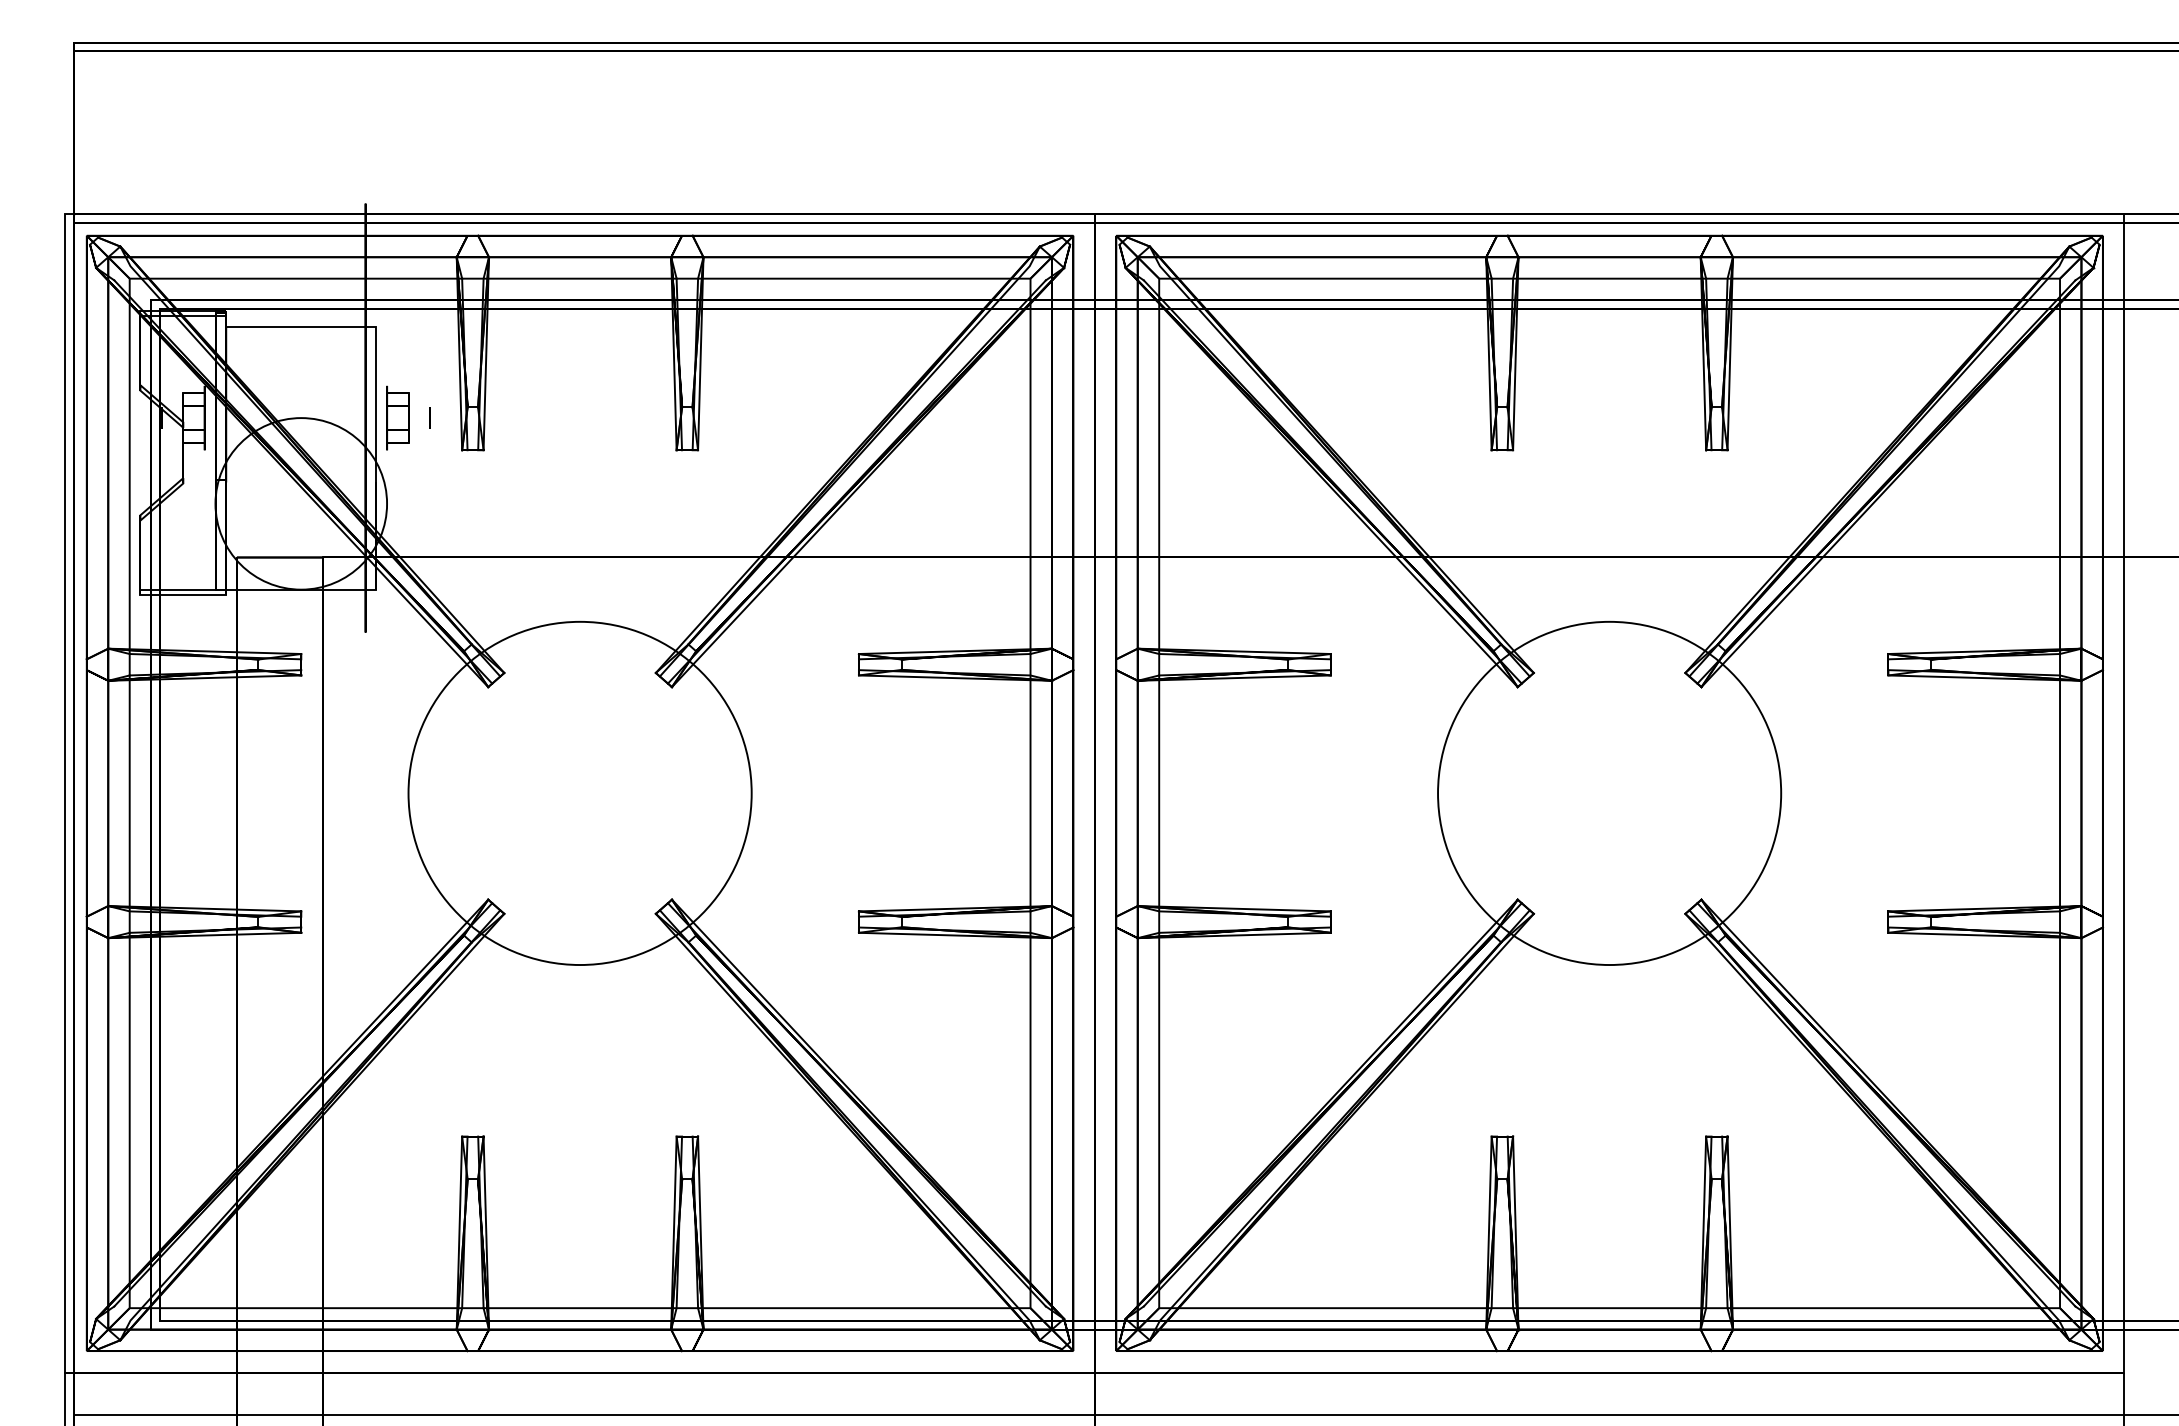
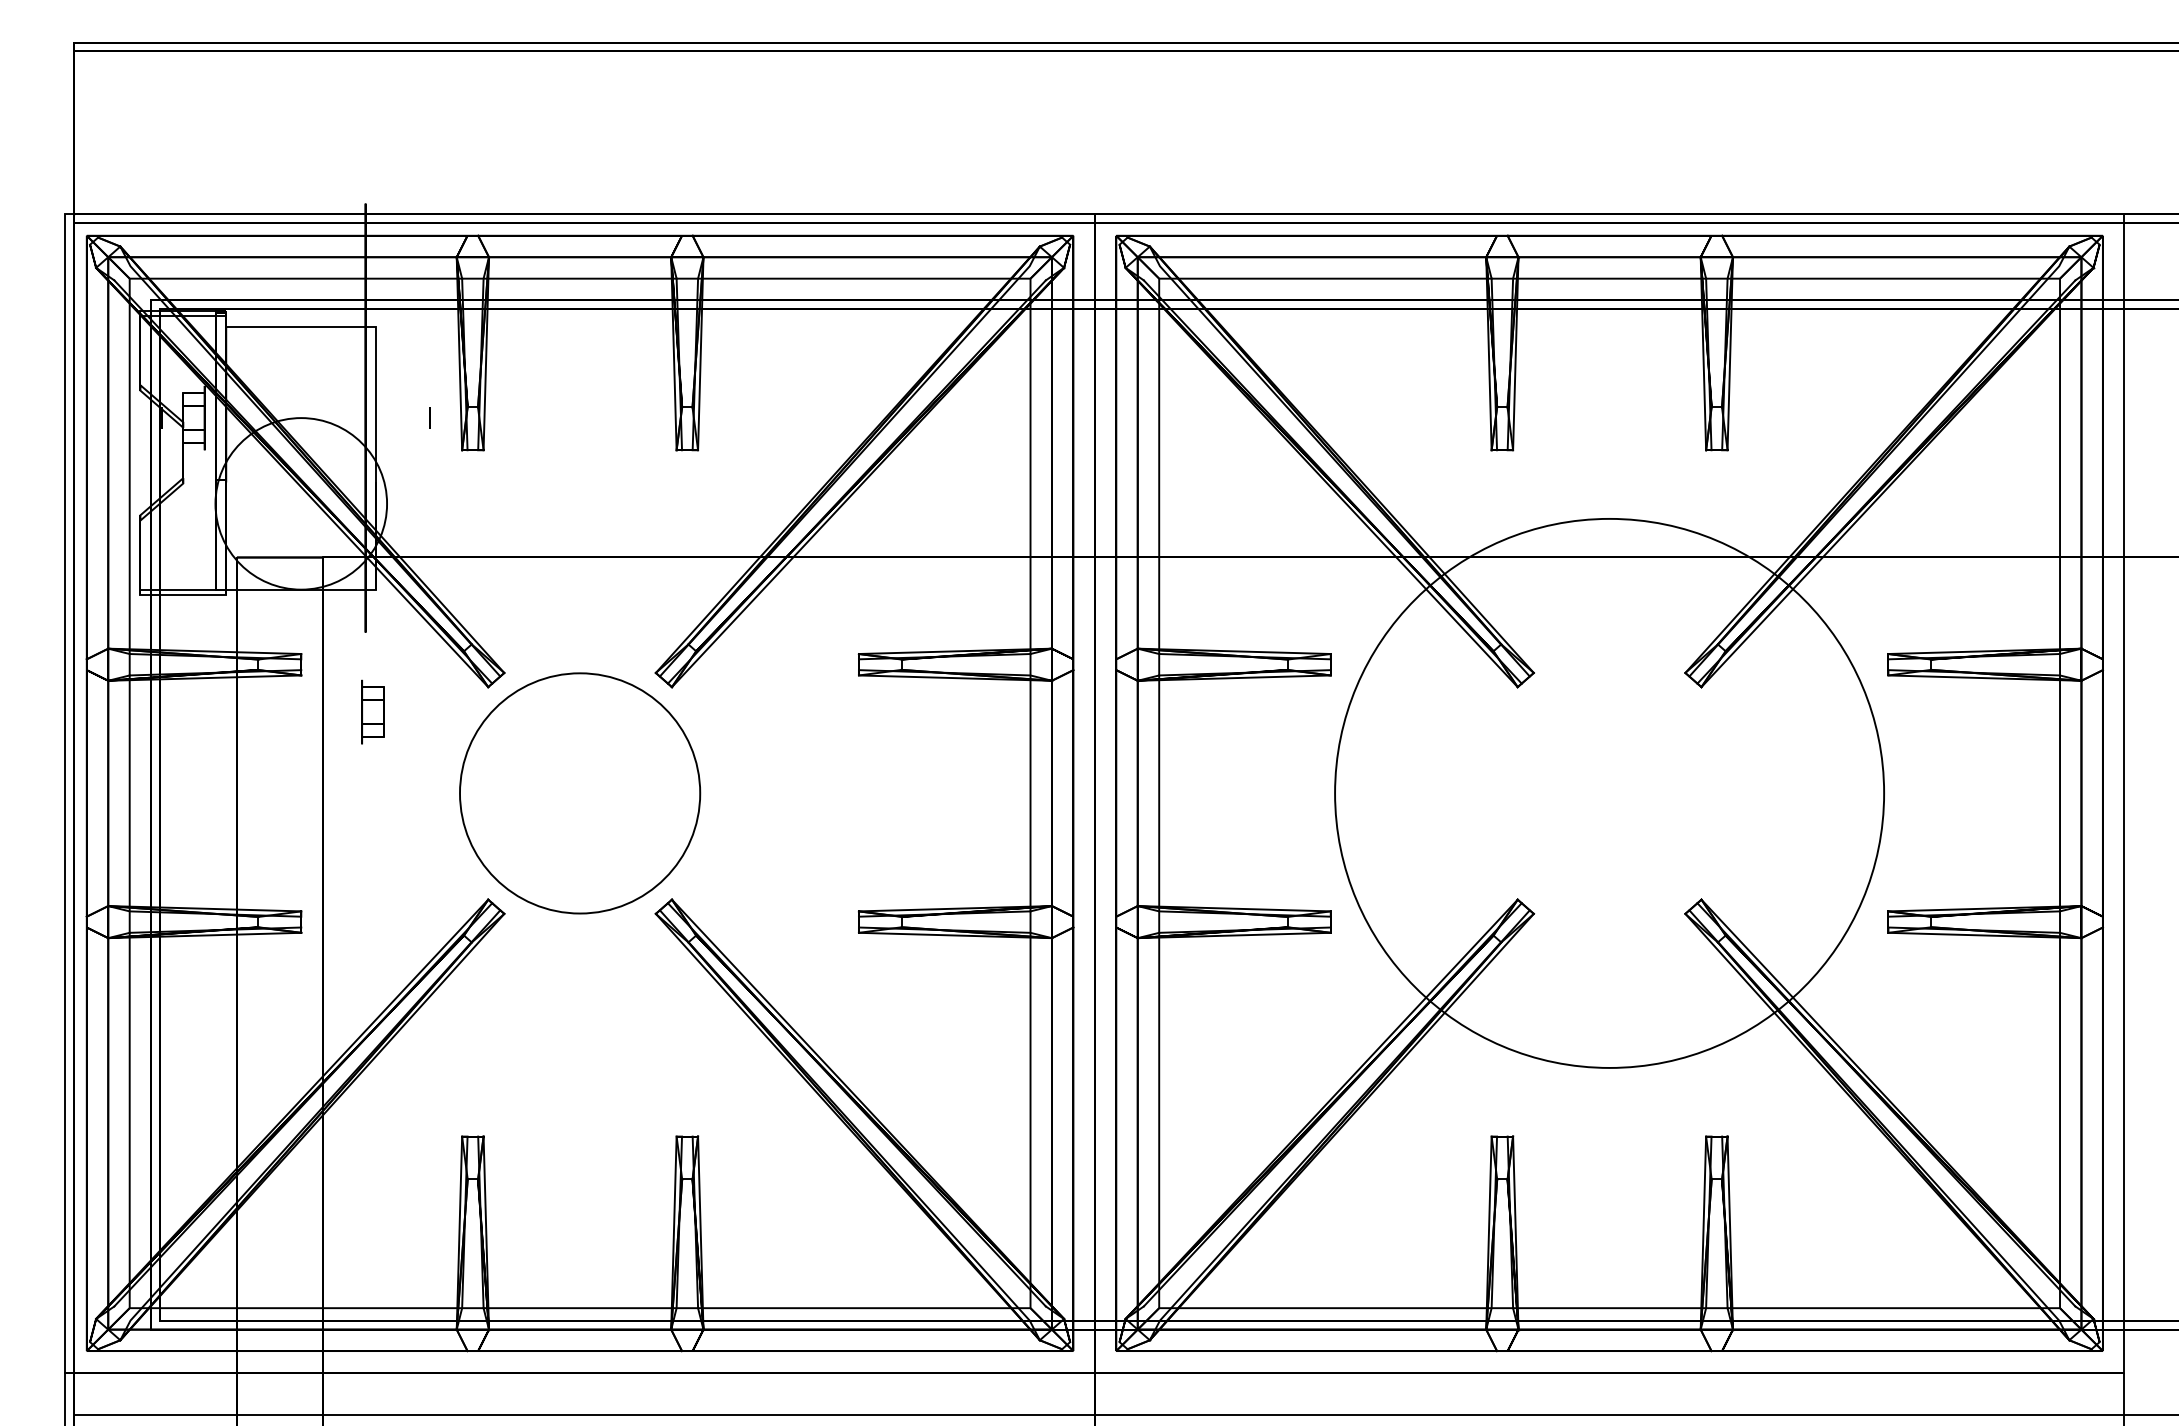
part at (397, 417) position: (397, 417) -> (372, 711)
circle at (579, 793) diameter: 343 px -> 240 px
circle at (1609, 793) diameter: 343 px -> 549 px
